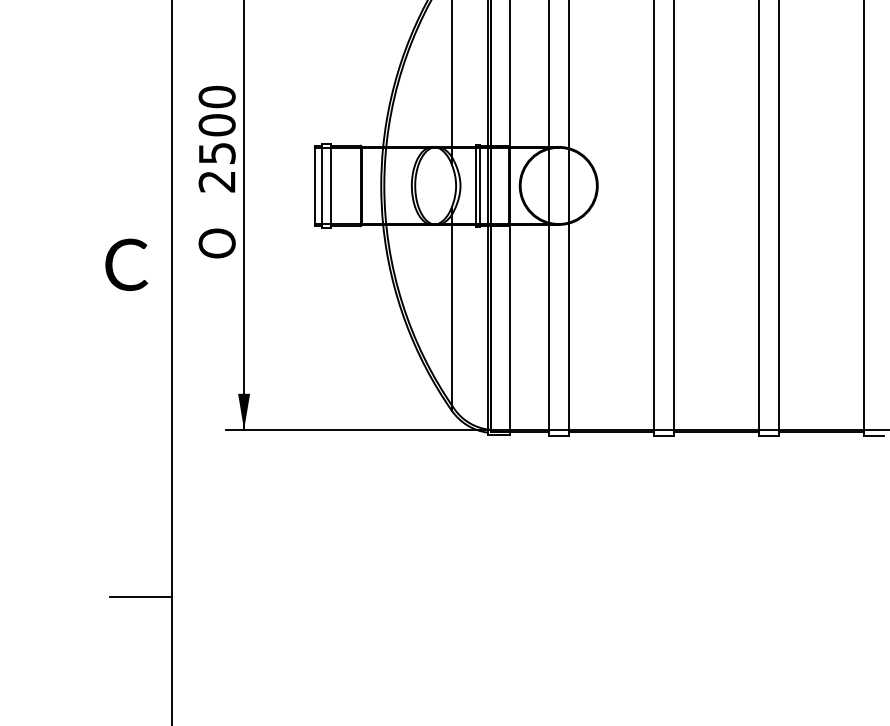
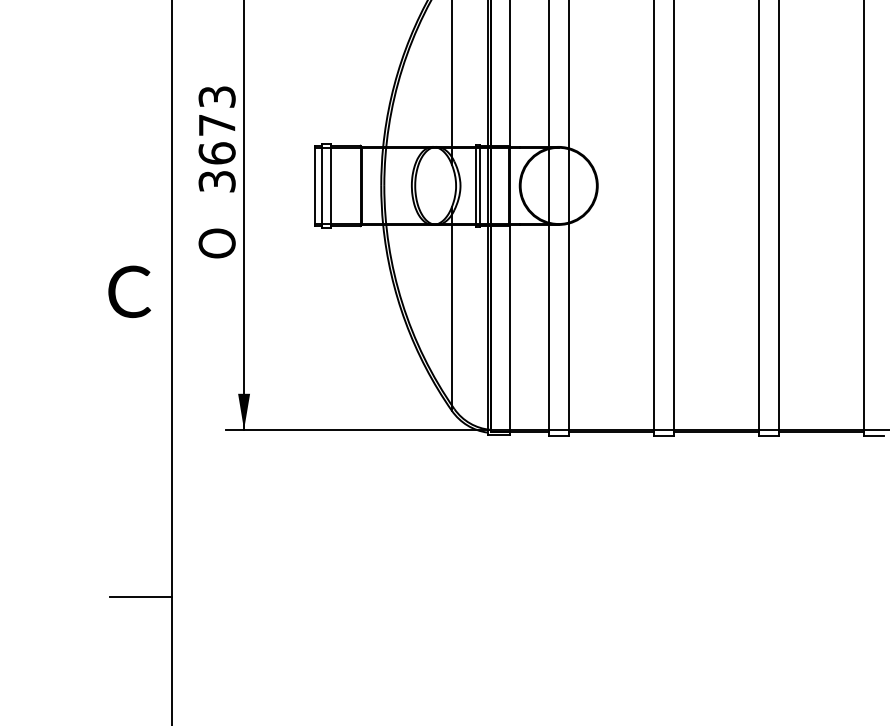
text at (216, 138): 2500 -> 3673
text at (126, 264) position: (126, 264) -> (129, 291)
